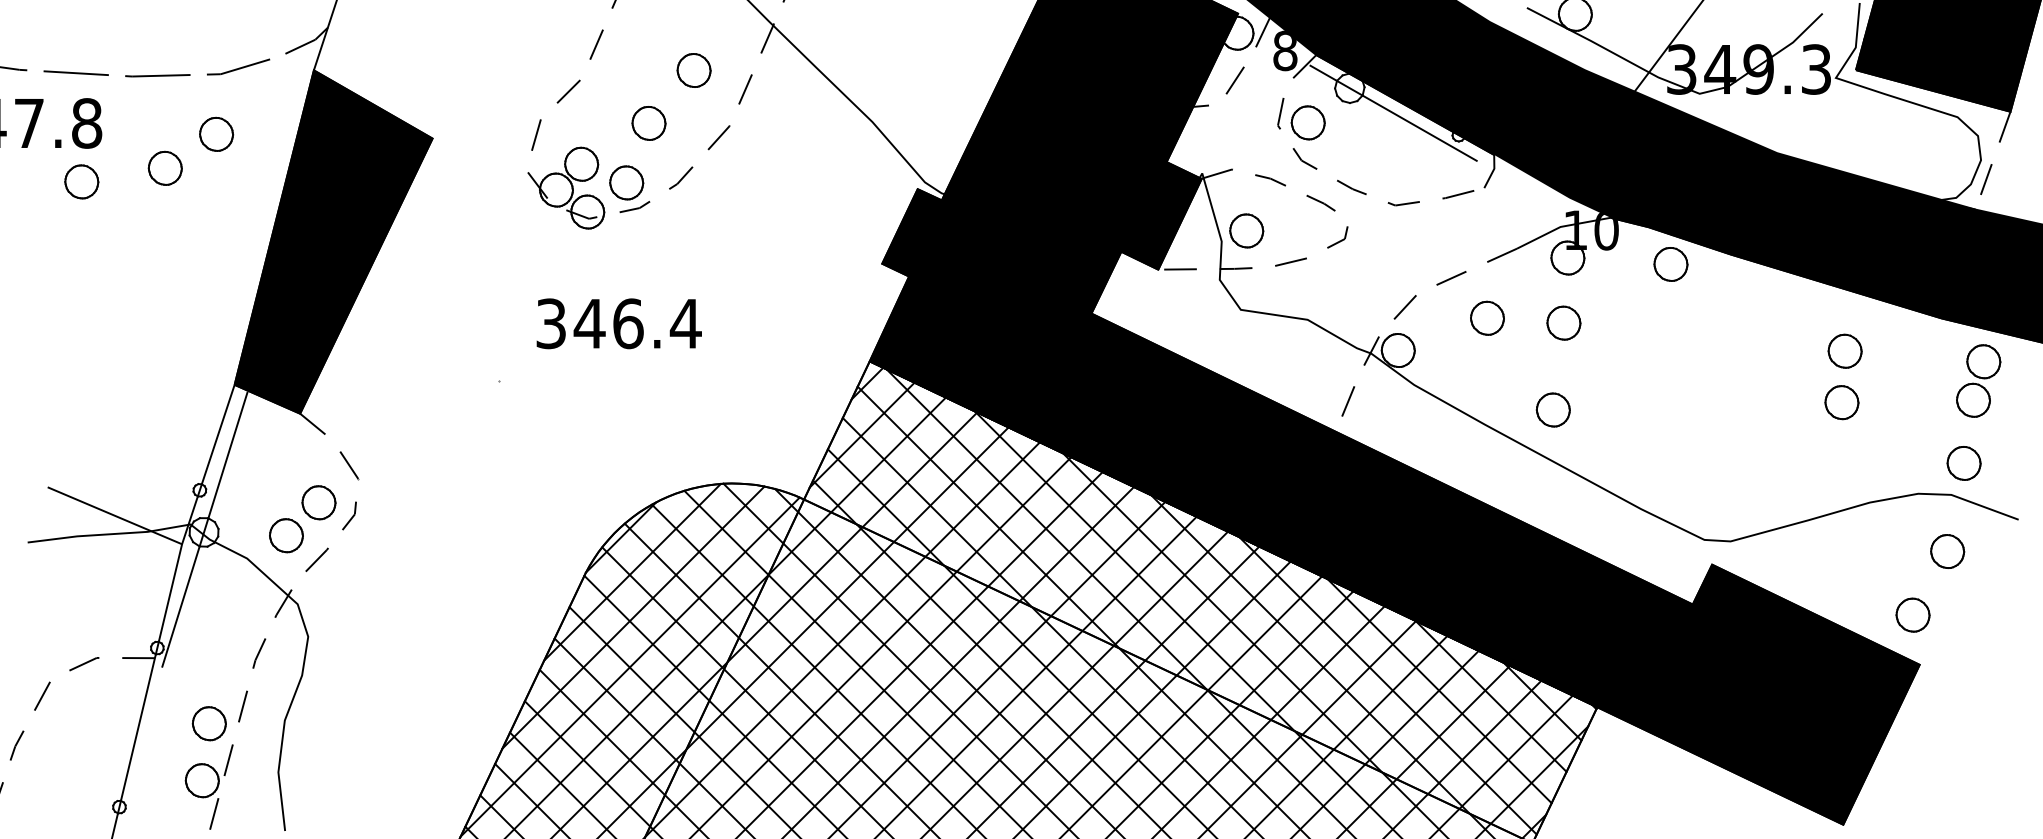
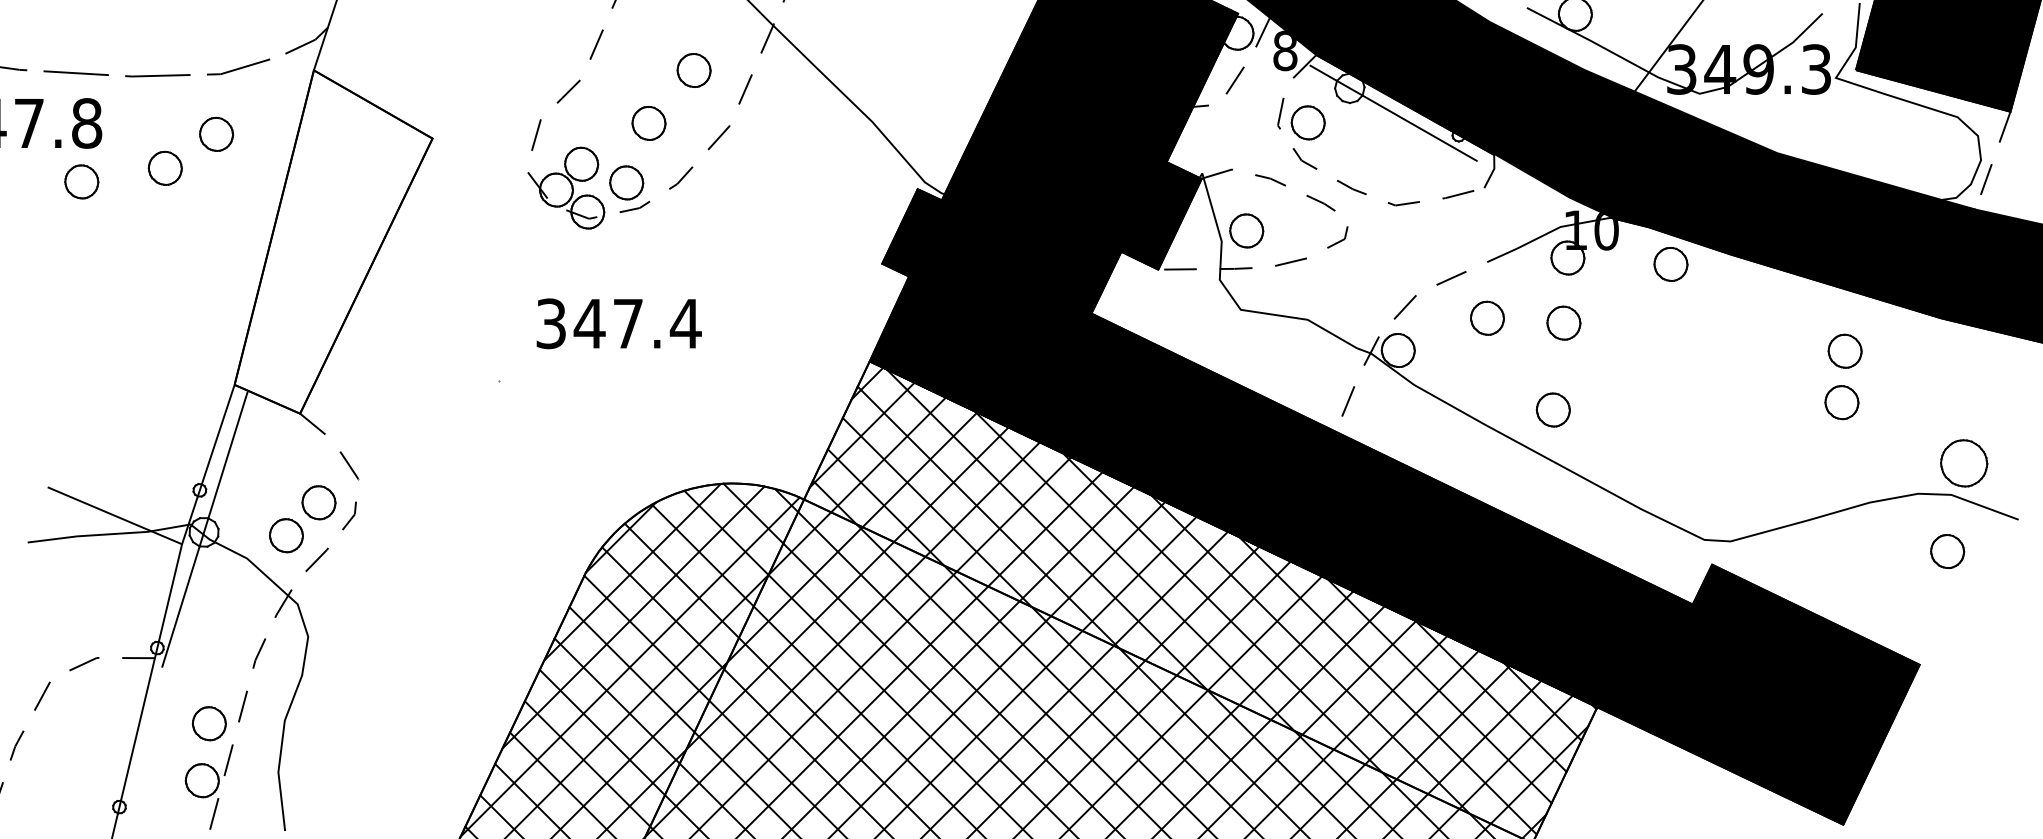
fill at (333, 241): present -> none
text at (628, 323): 346.4 -> 347.4
part at (1978, 380): present -> none
part at (1963, 463) size: 36x35 px -> 49x49 px
part at (1912, 614): present -> none
